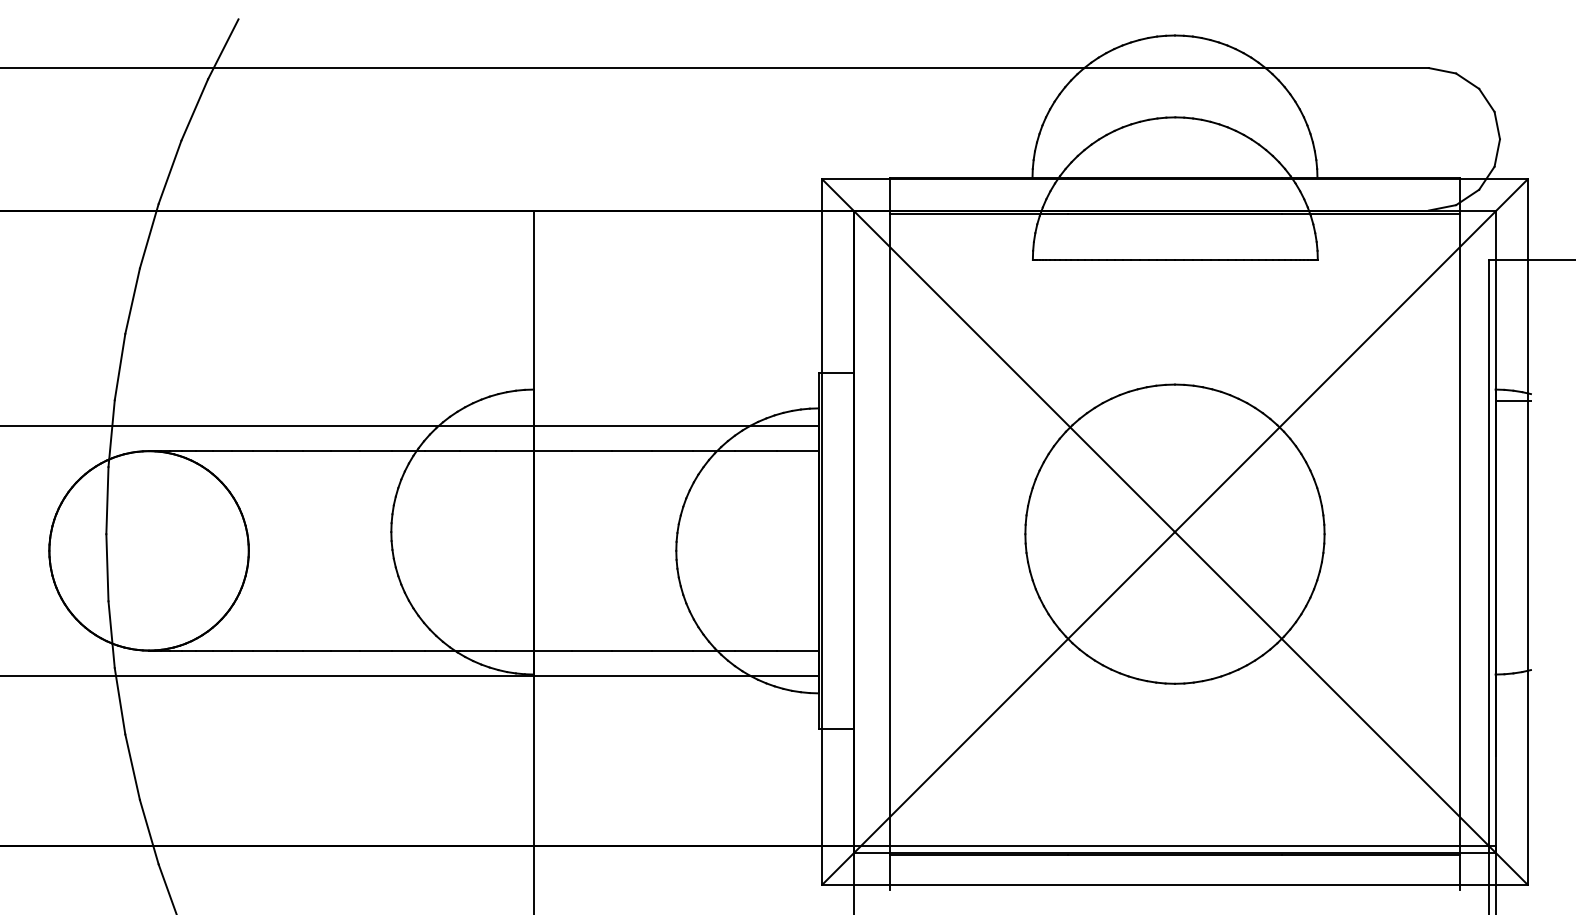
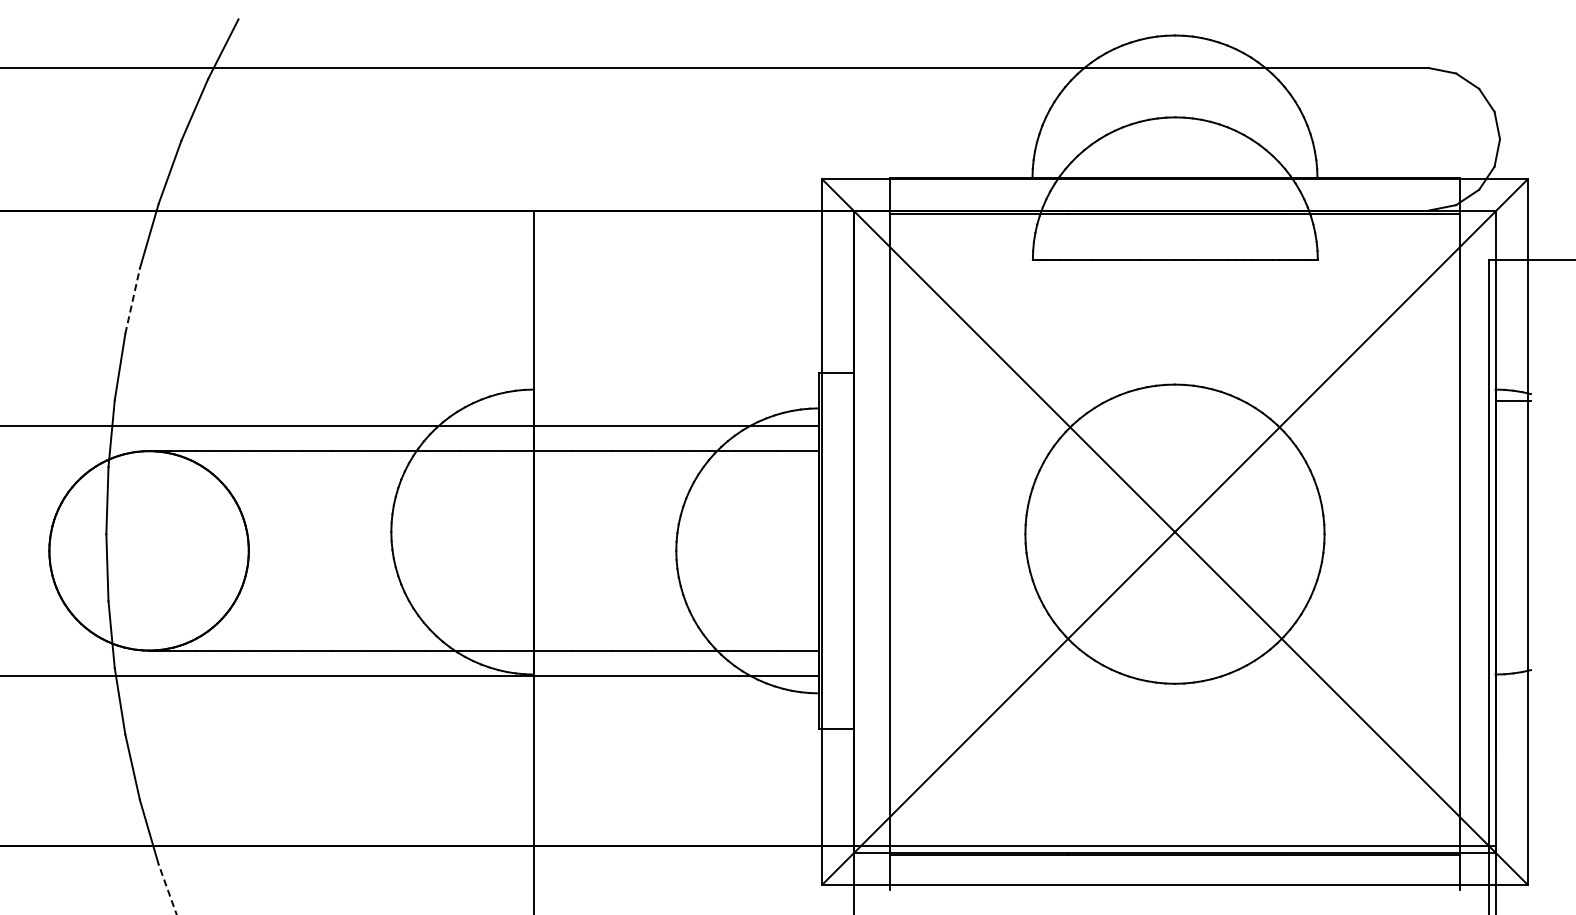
line at (132, 301): solid -> dashed
line at (167, 889): solid -> dashed
